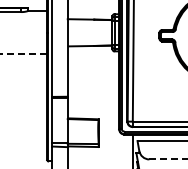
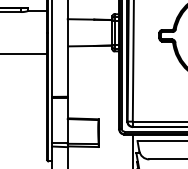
line at (24, 54): dashed -> solid
line at (168, 159): dashed -> solid
